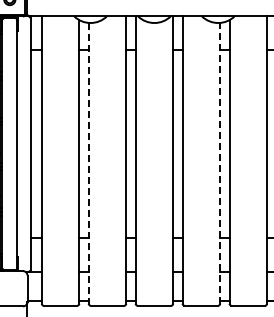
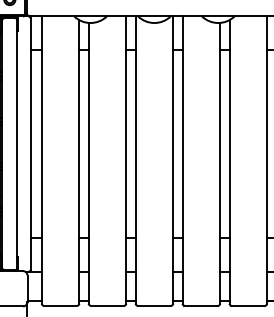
line at (220, 162): dashed -> solid
line at (88, 163): dashed -> solid
